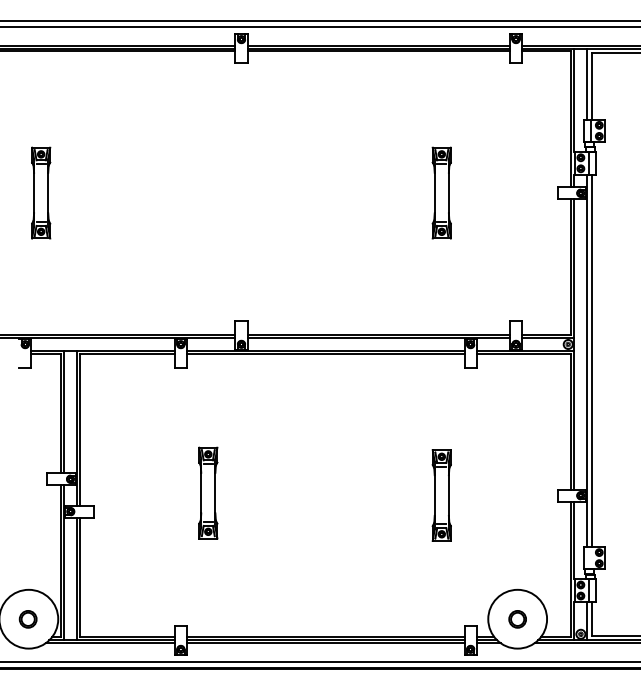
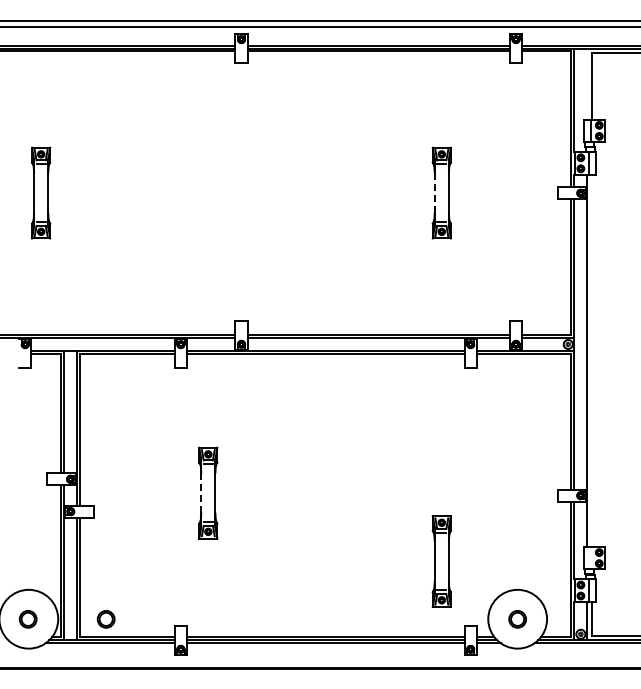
line at (587, 83): present -> none
line at (434, 193): solid -> dashed
line at (591, 360): present -> none
line at (201, 493): solid -> dashed
part at (441, 495) position: (441, 495) -> (441, 561)
part at (105, 619): none -> present
line at (319, 662): present -> none
